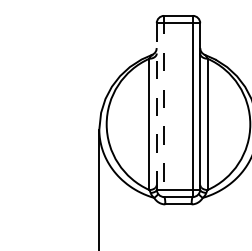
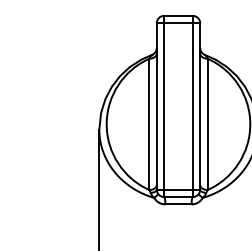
line at (156, 105): dashed -> solid
line at (164, 106): dashed -> solid
